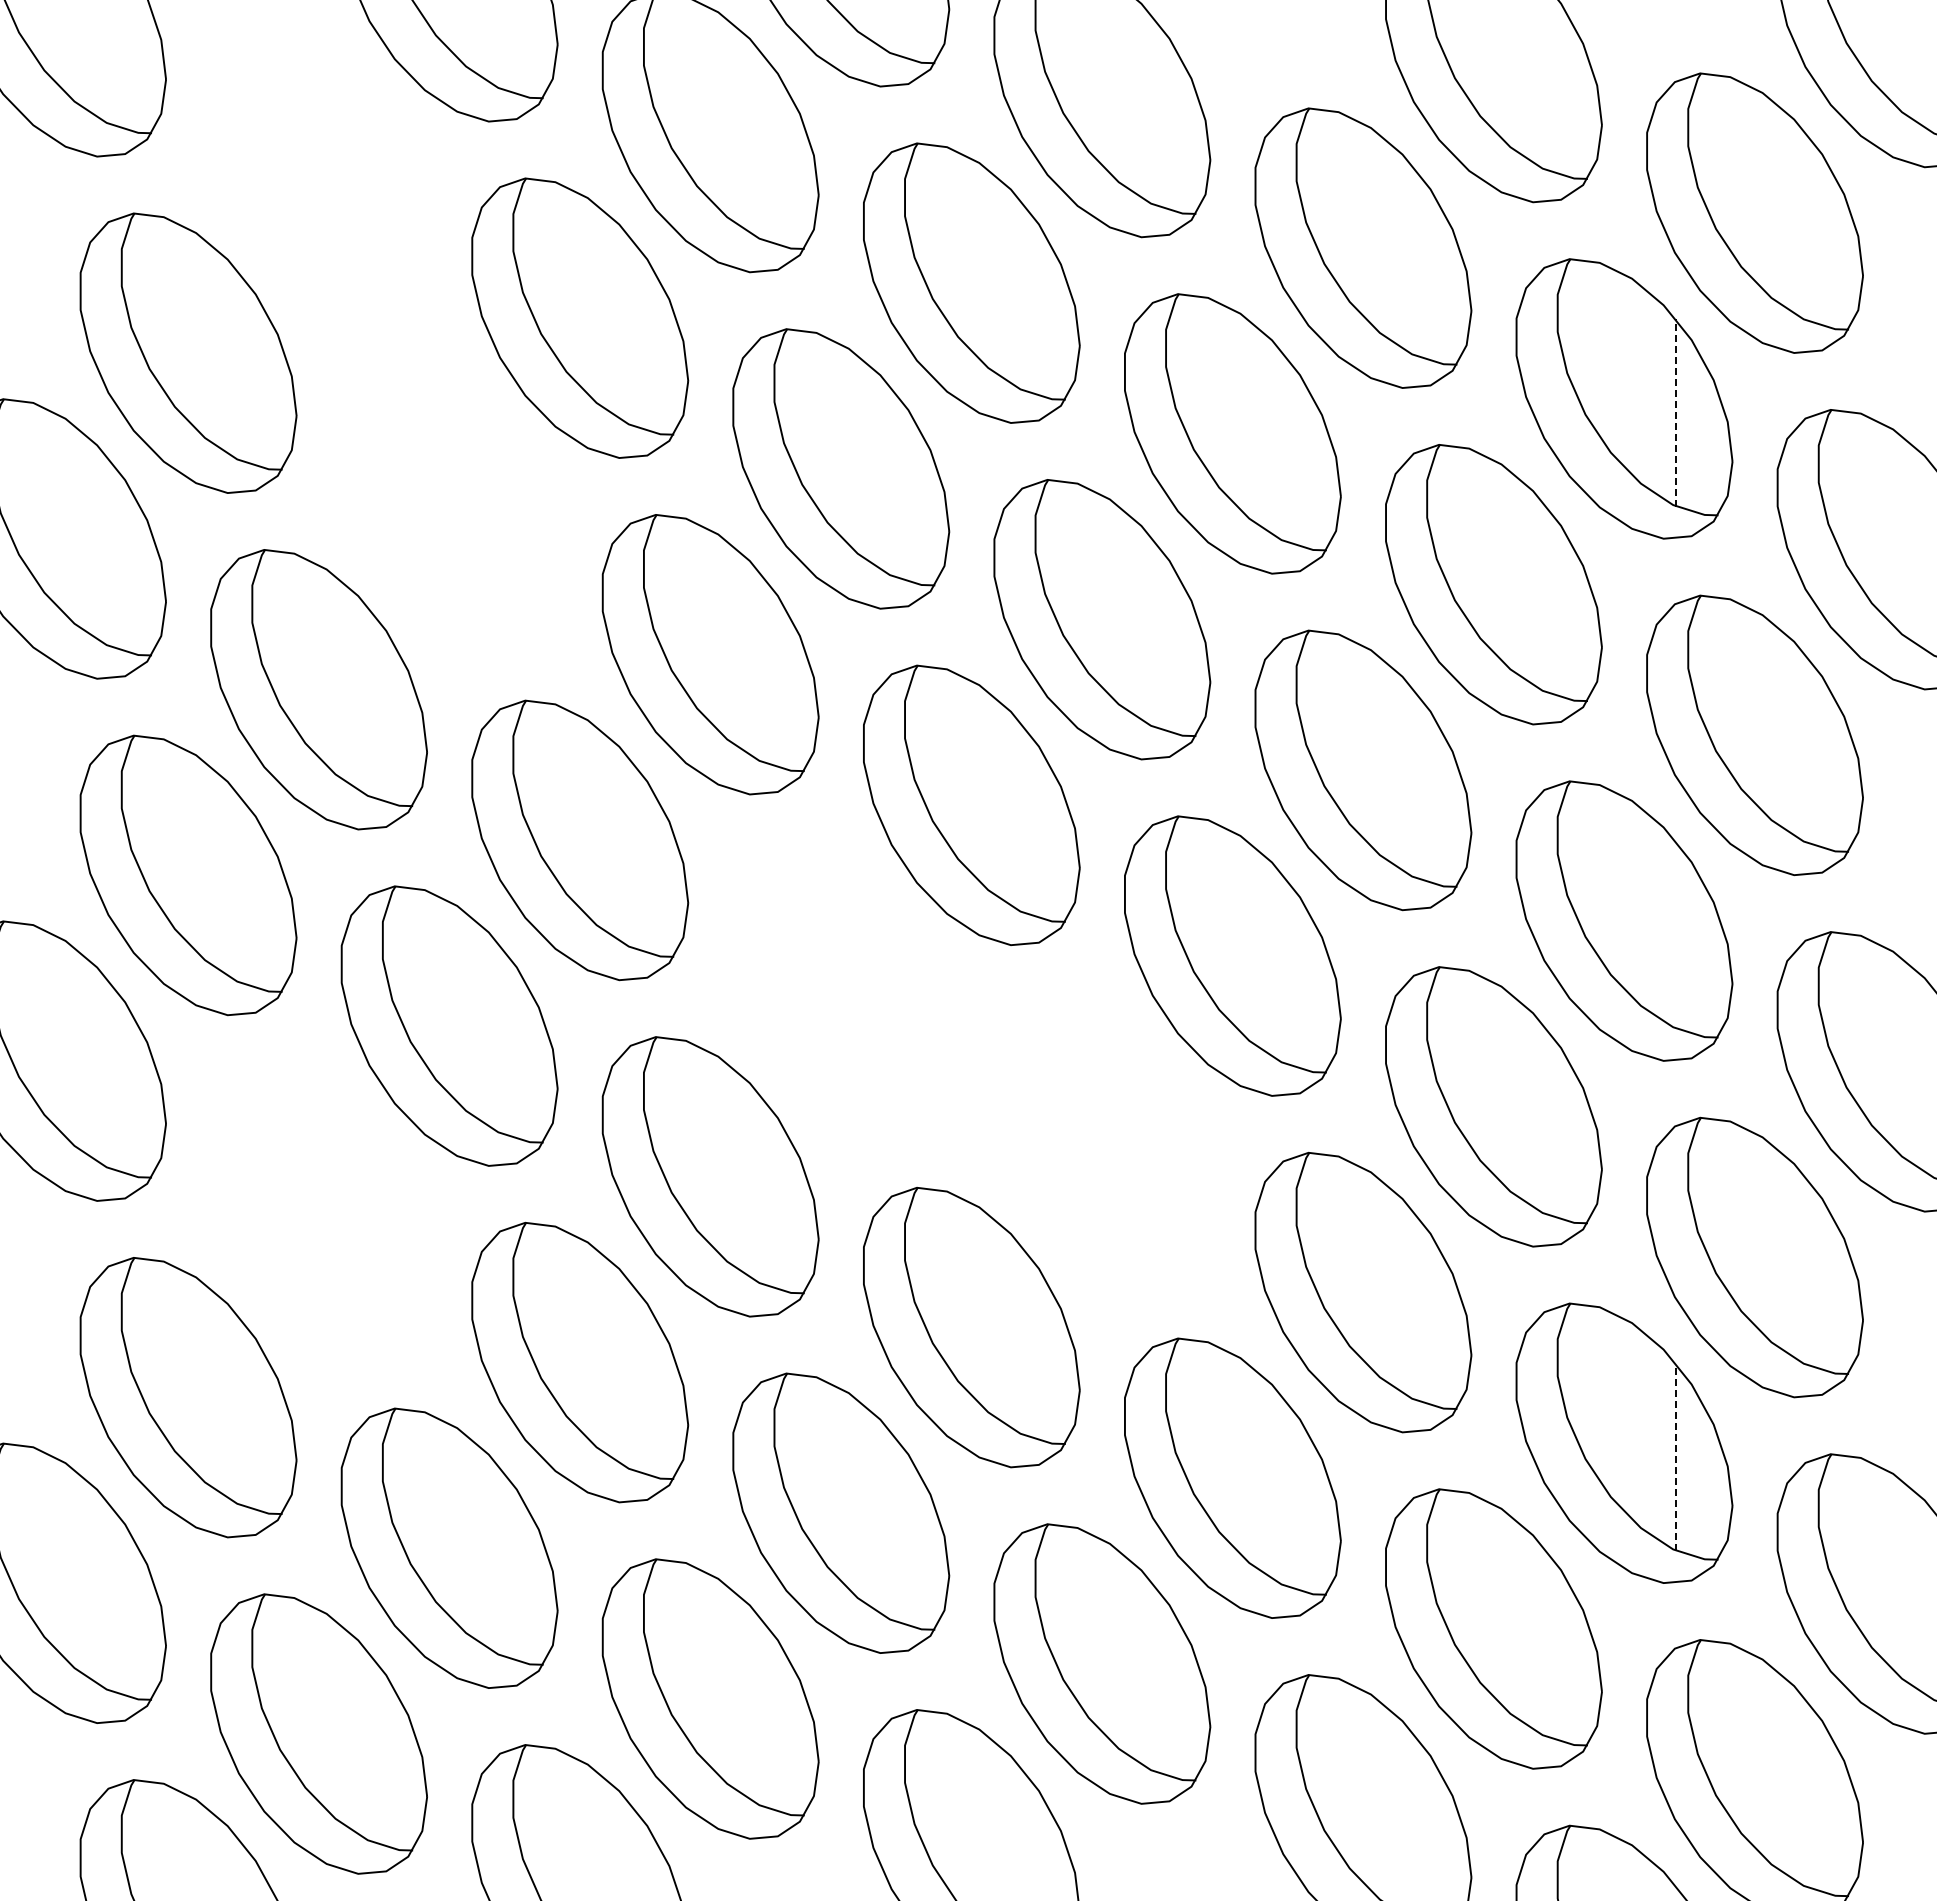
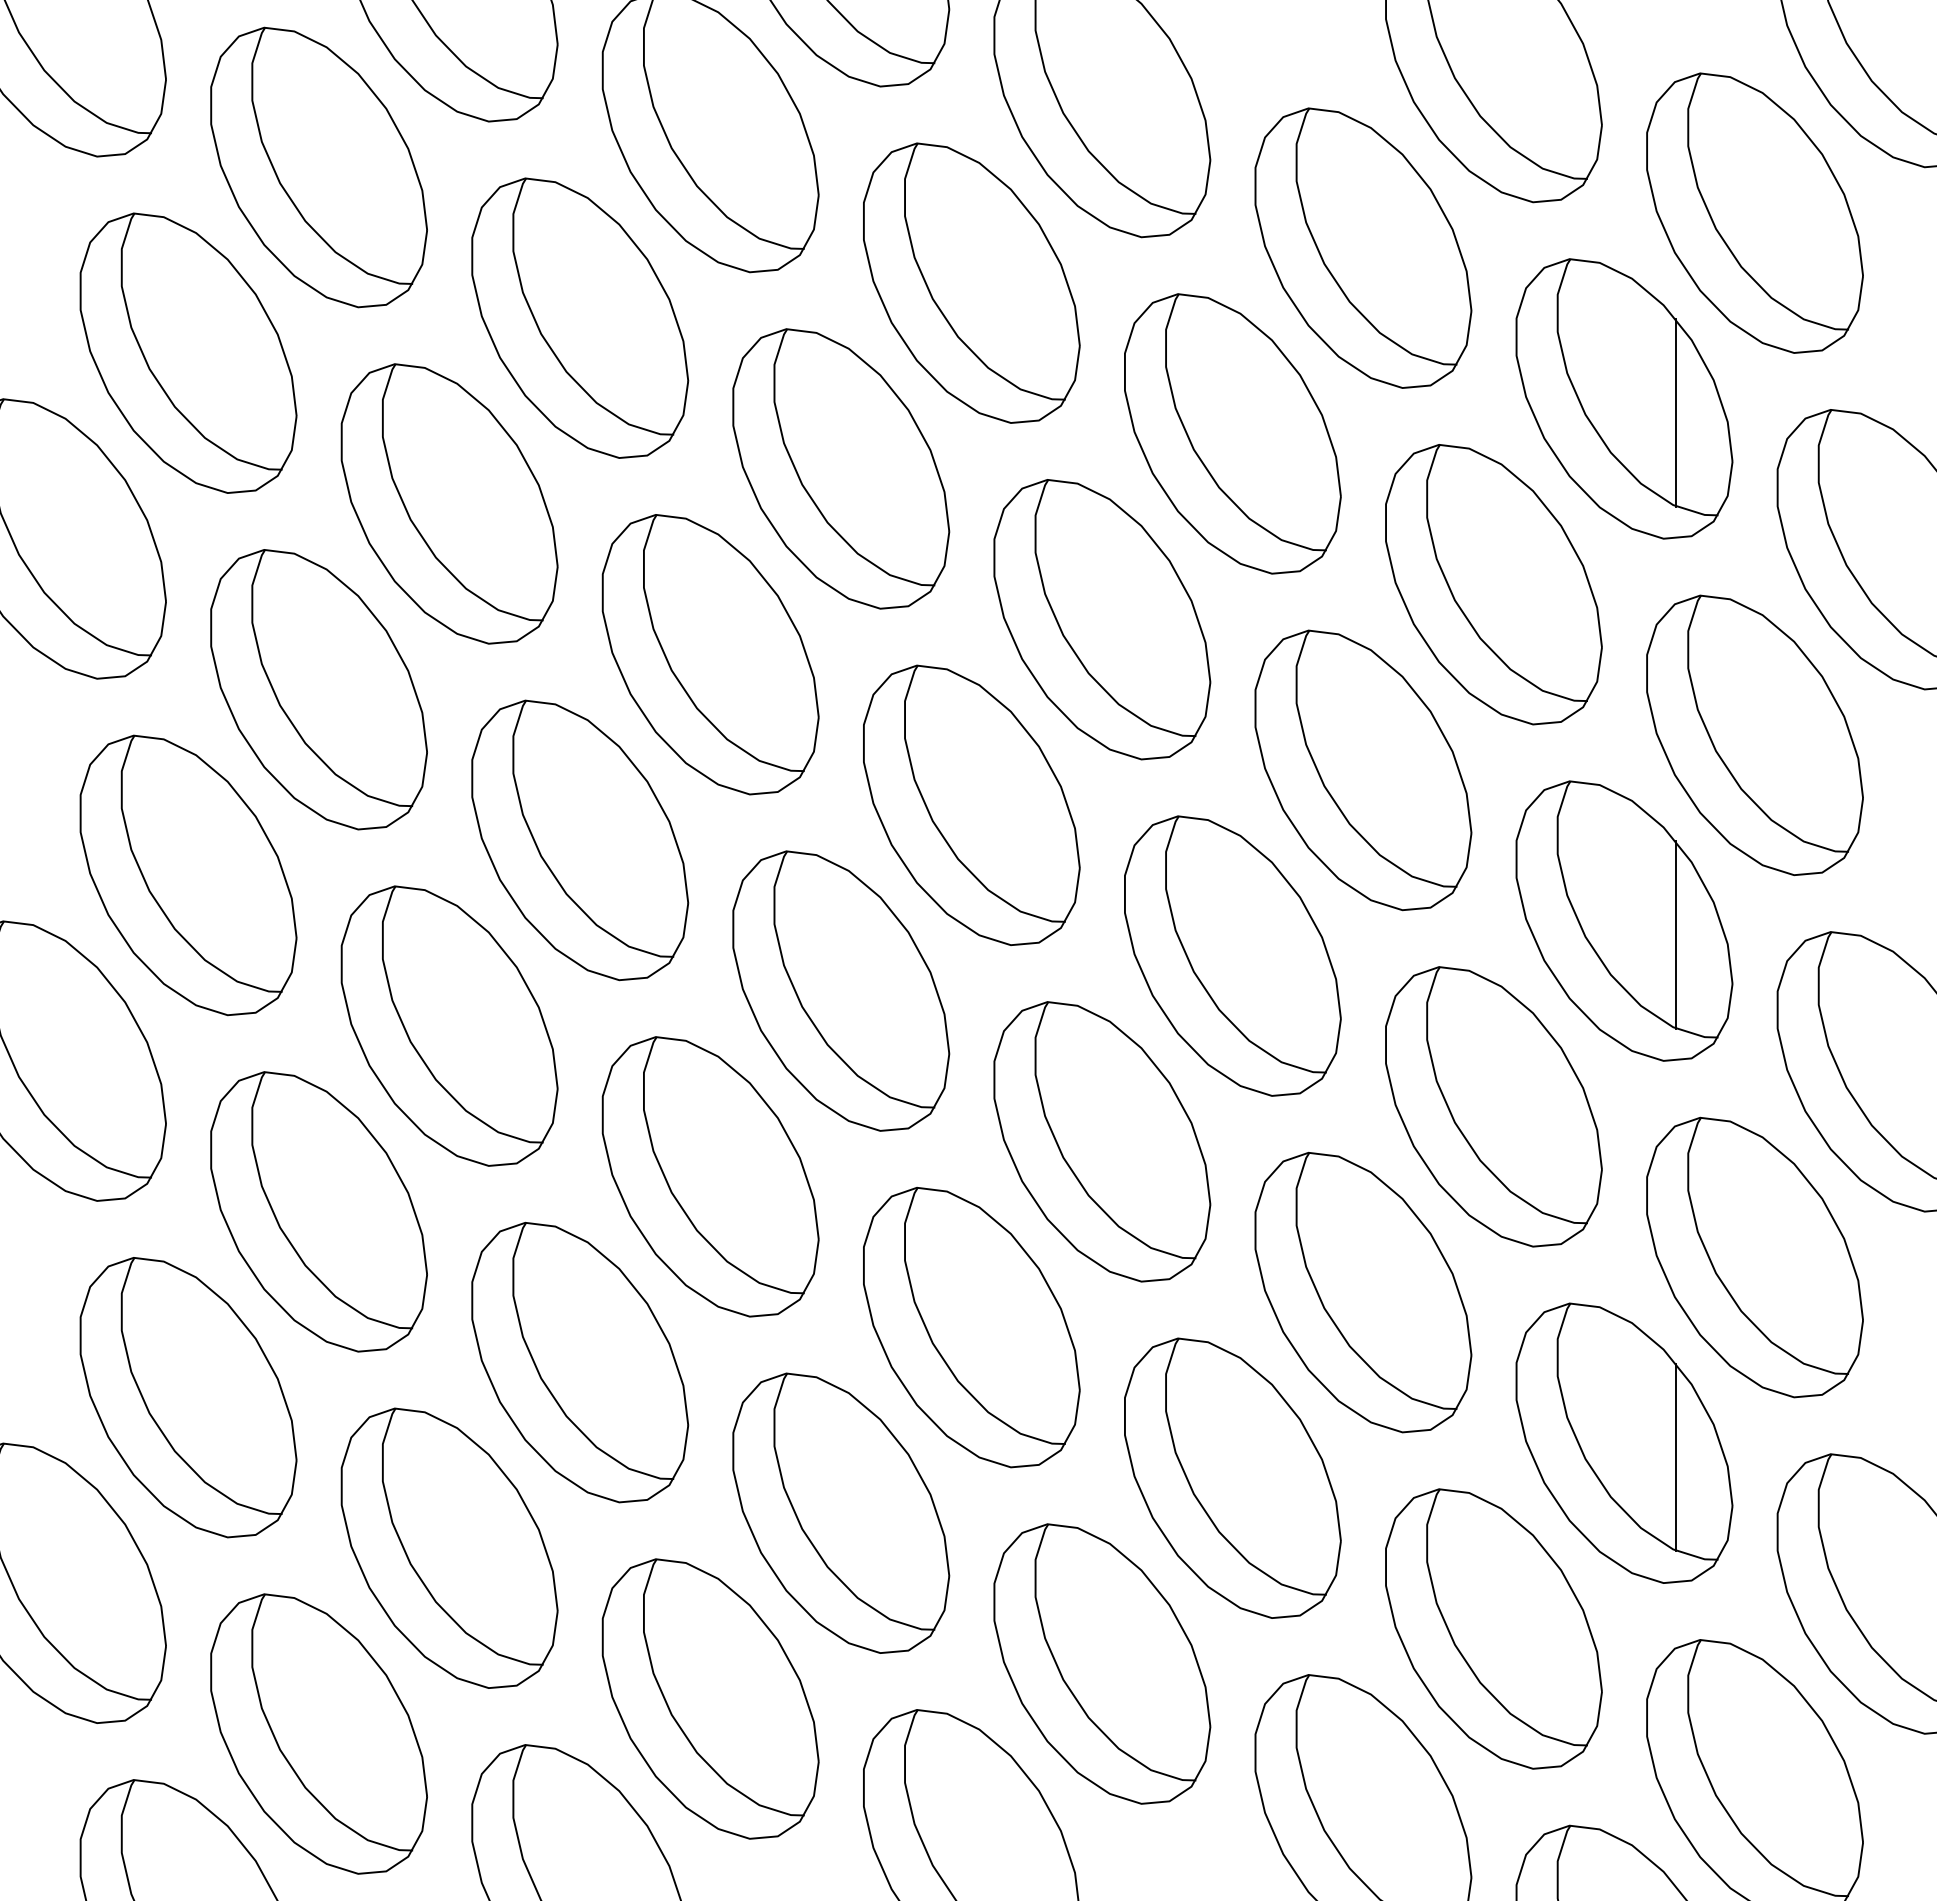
part at (318, 167): none -> present
line at (1676, 412): dashed -> solid
part at (449, 503): none -> present
line at (1676, 934): none -> present
part at (841, 990): none -> present
part at (1102, 1141): none -> present
part at (318, 1211): none -> present
line at (1676, 1457): dashed -> solid
